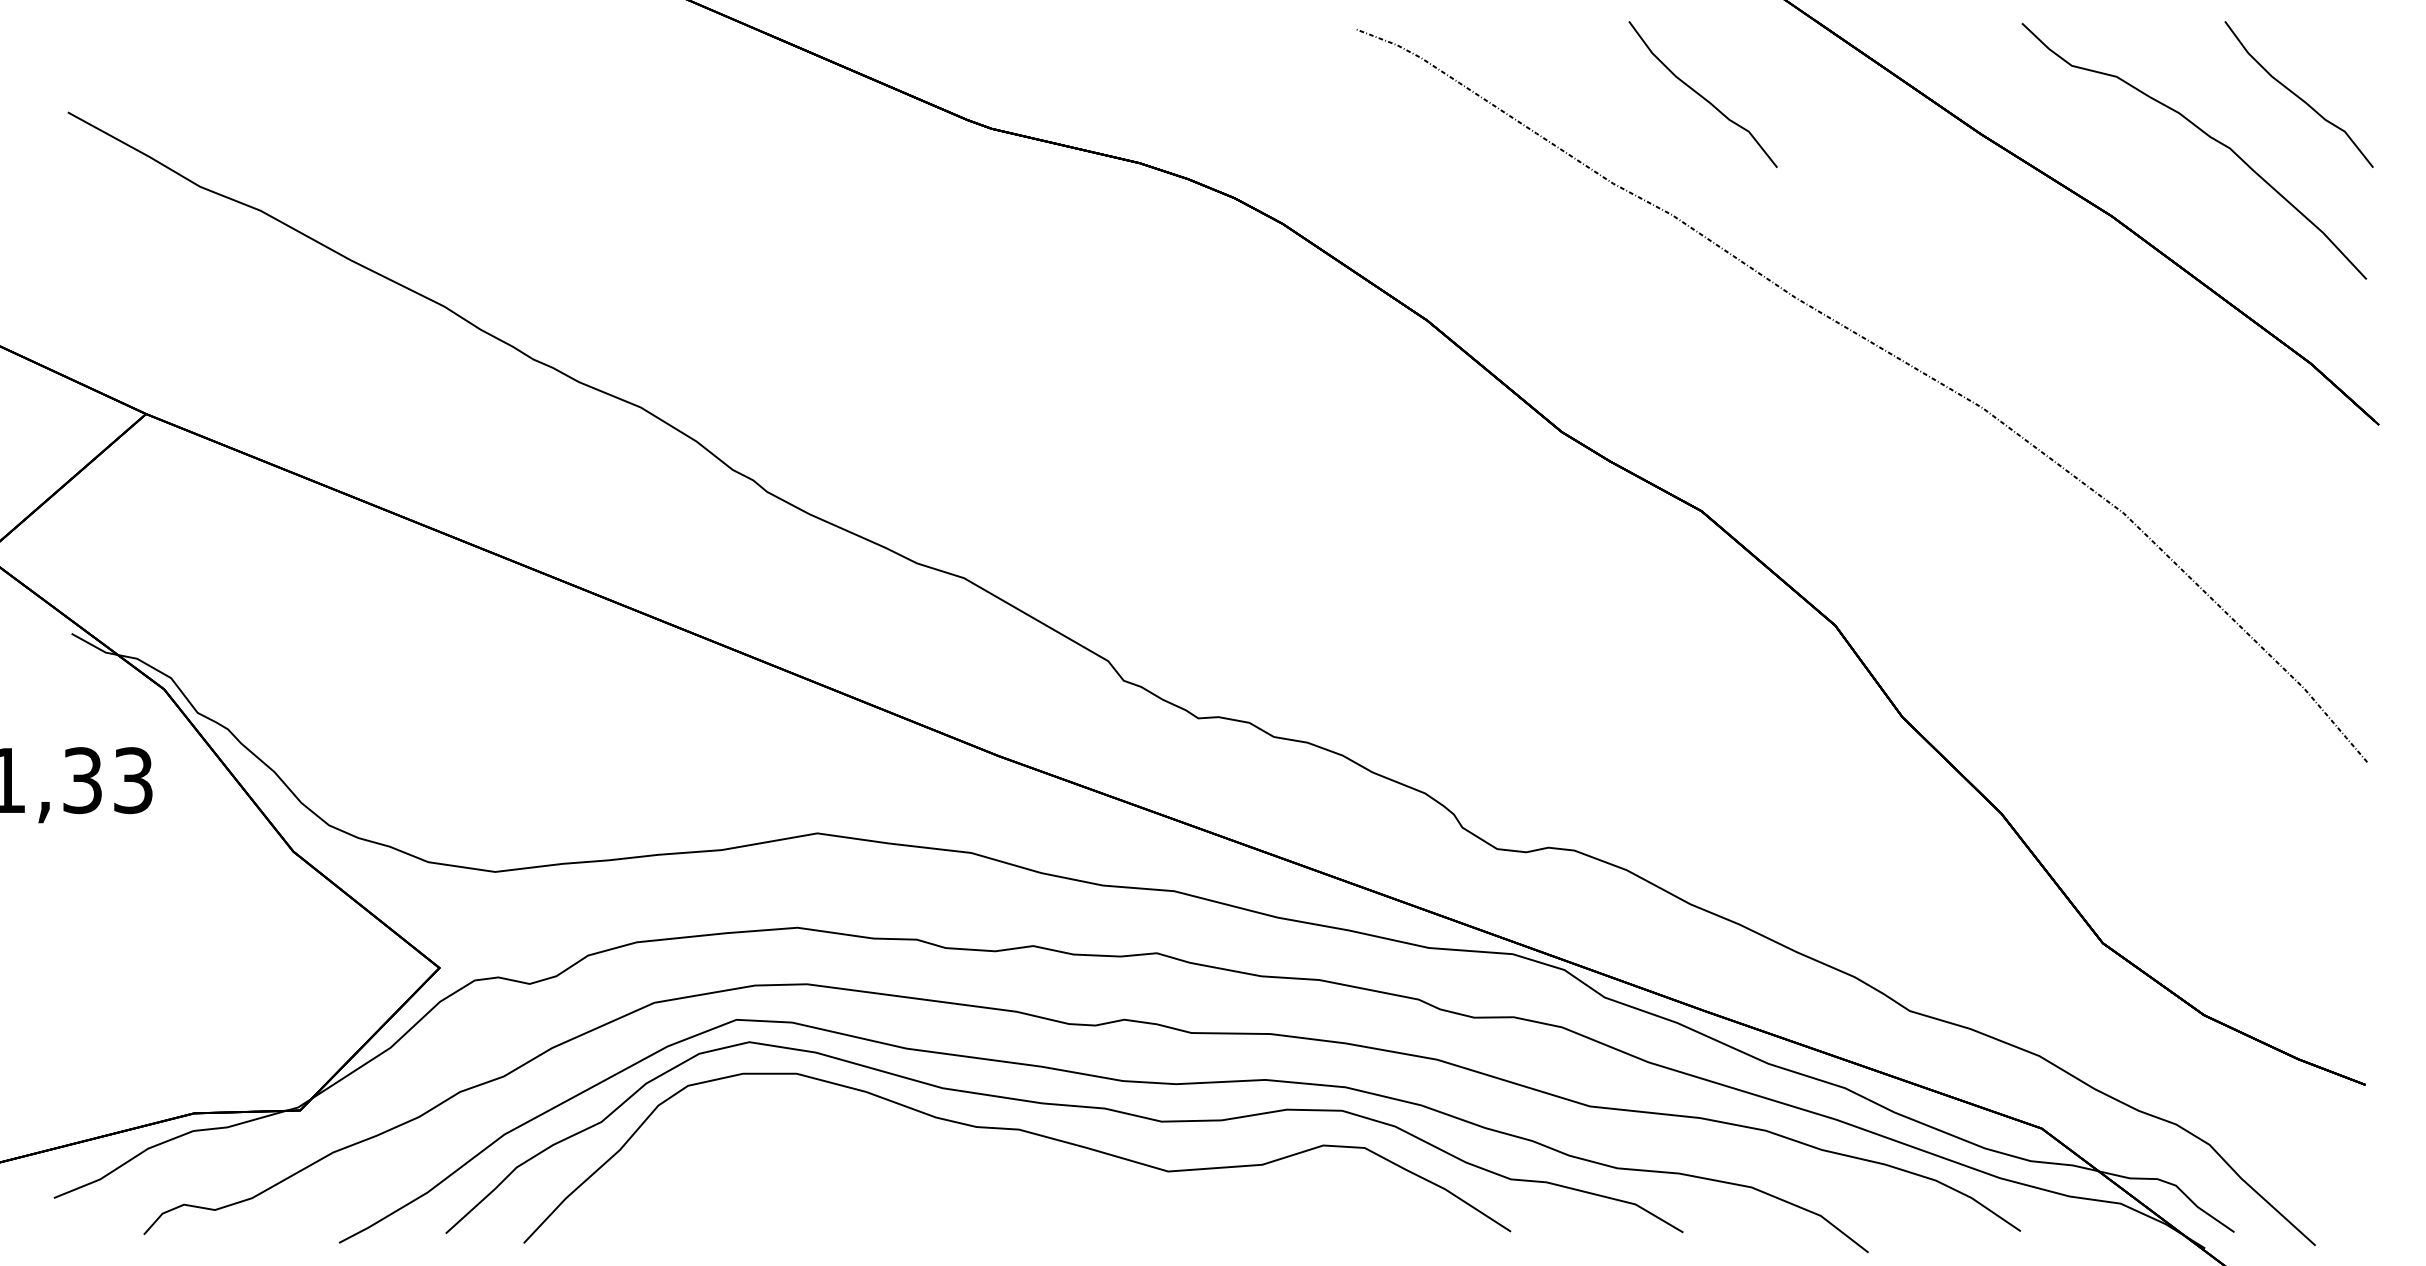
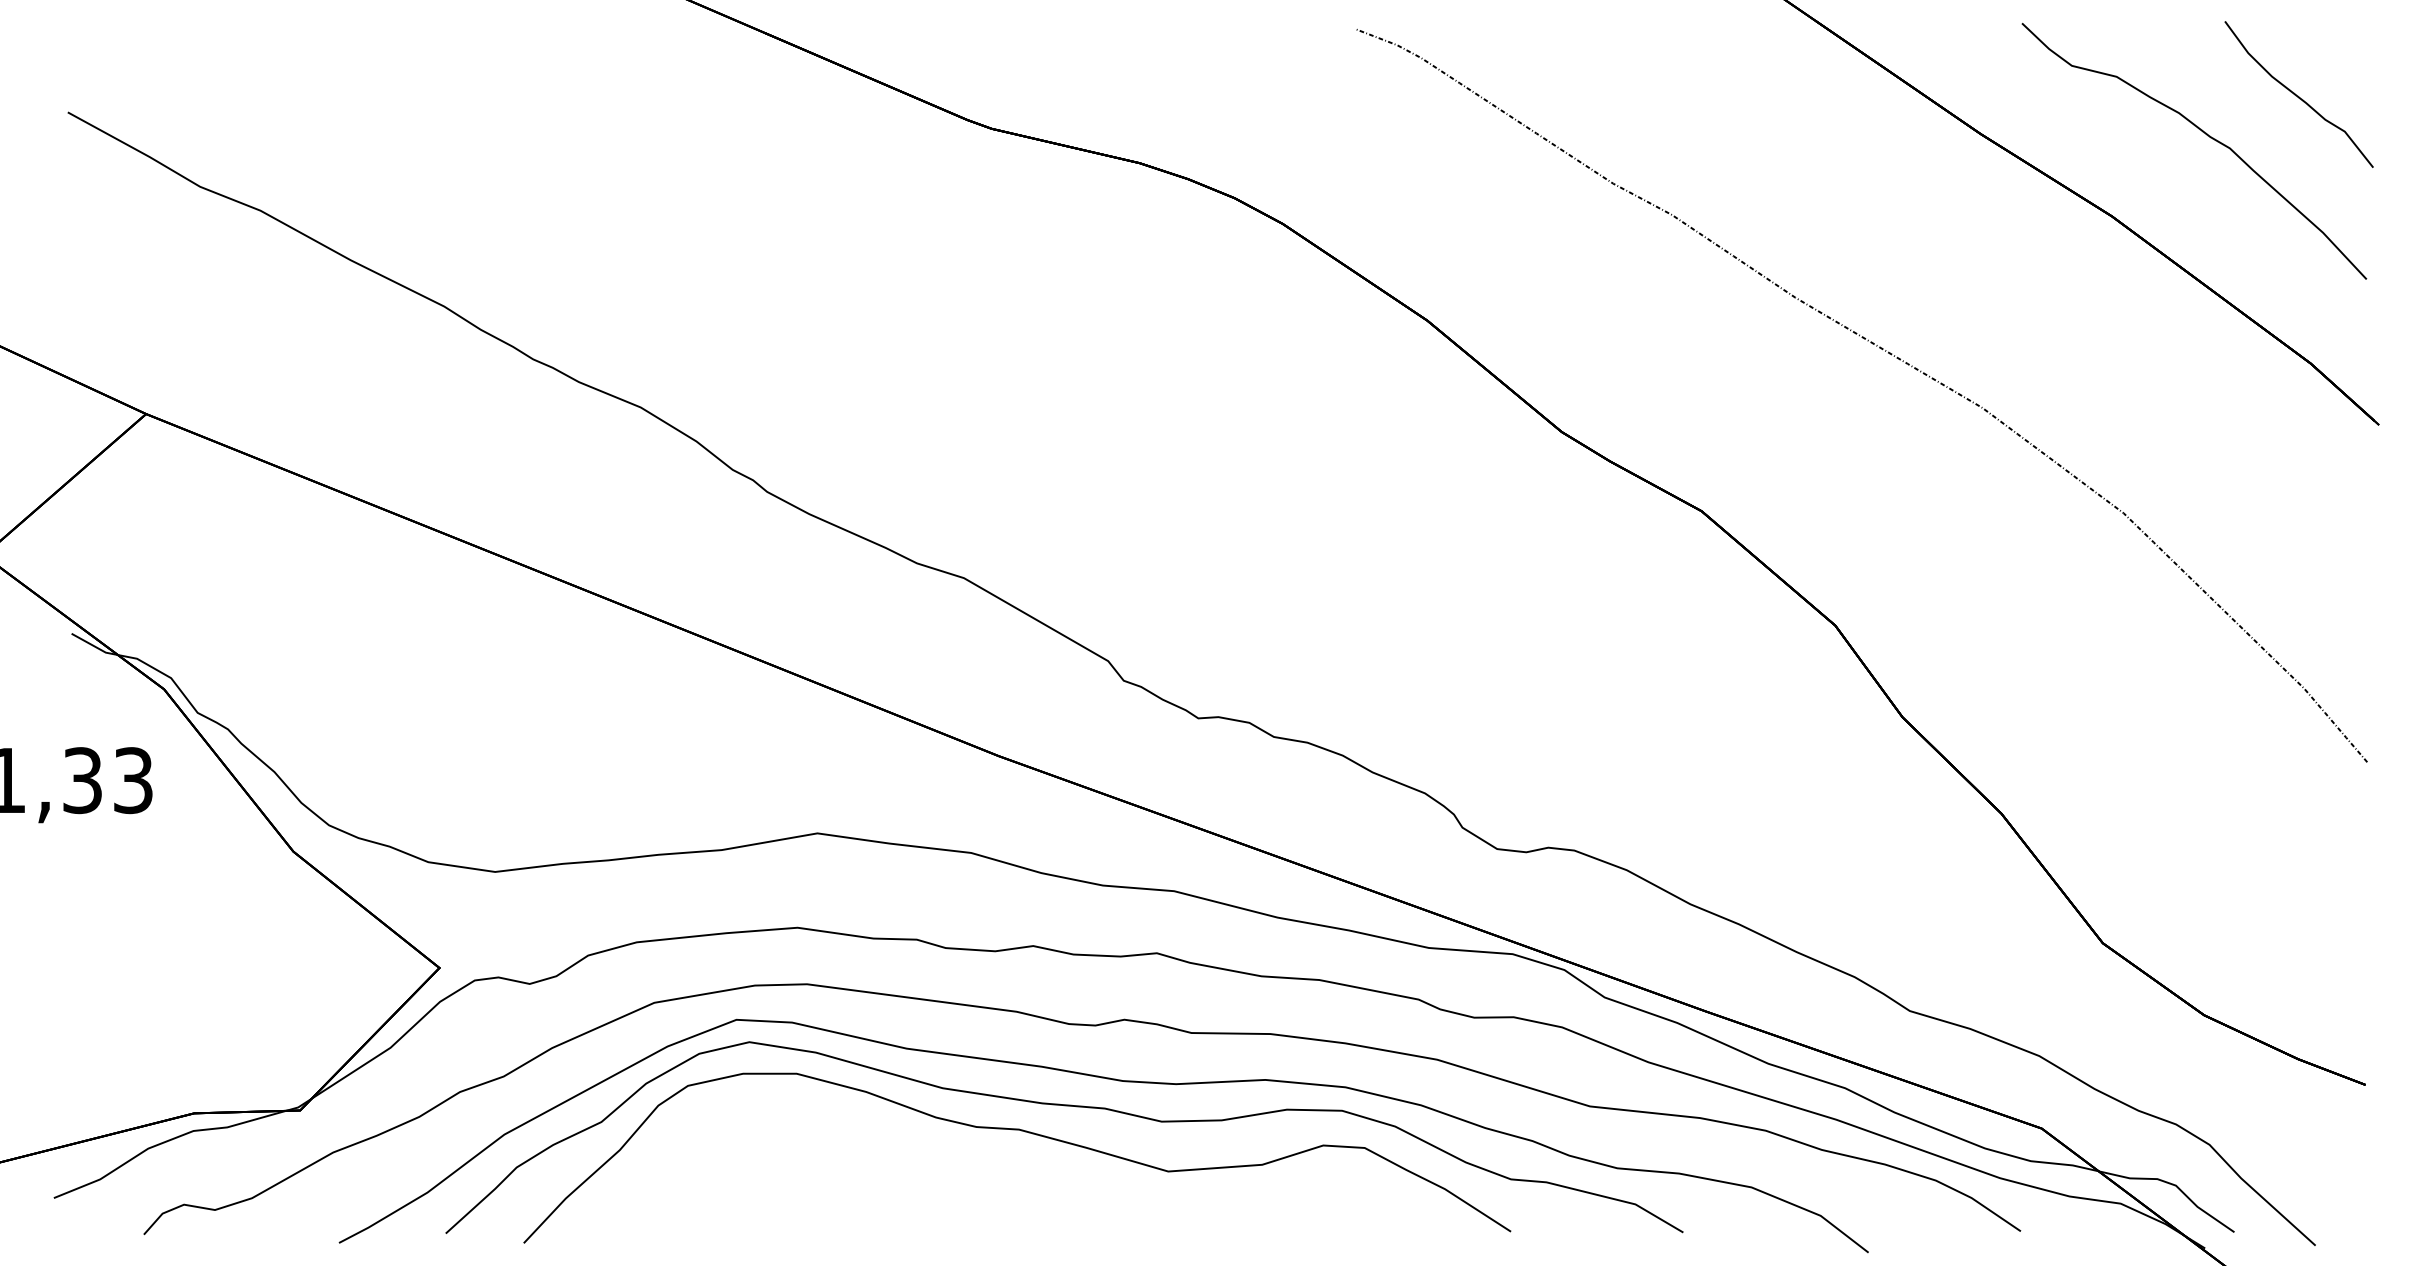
part at (1702, 94): present -> none
